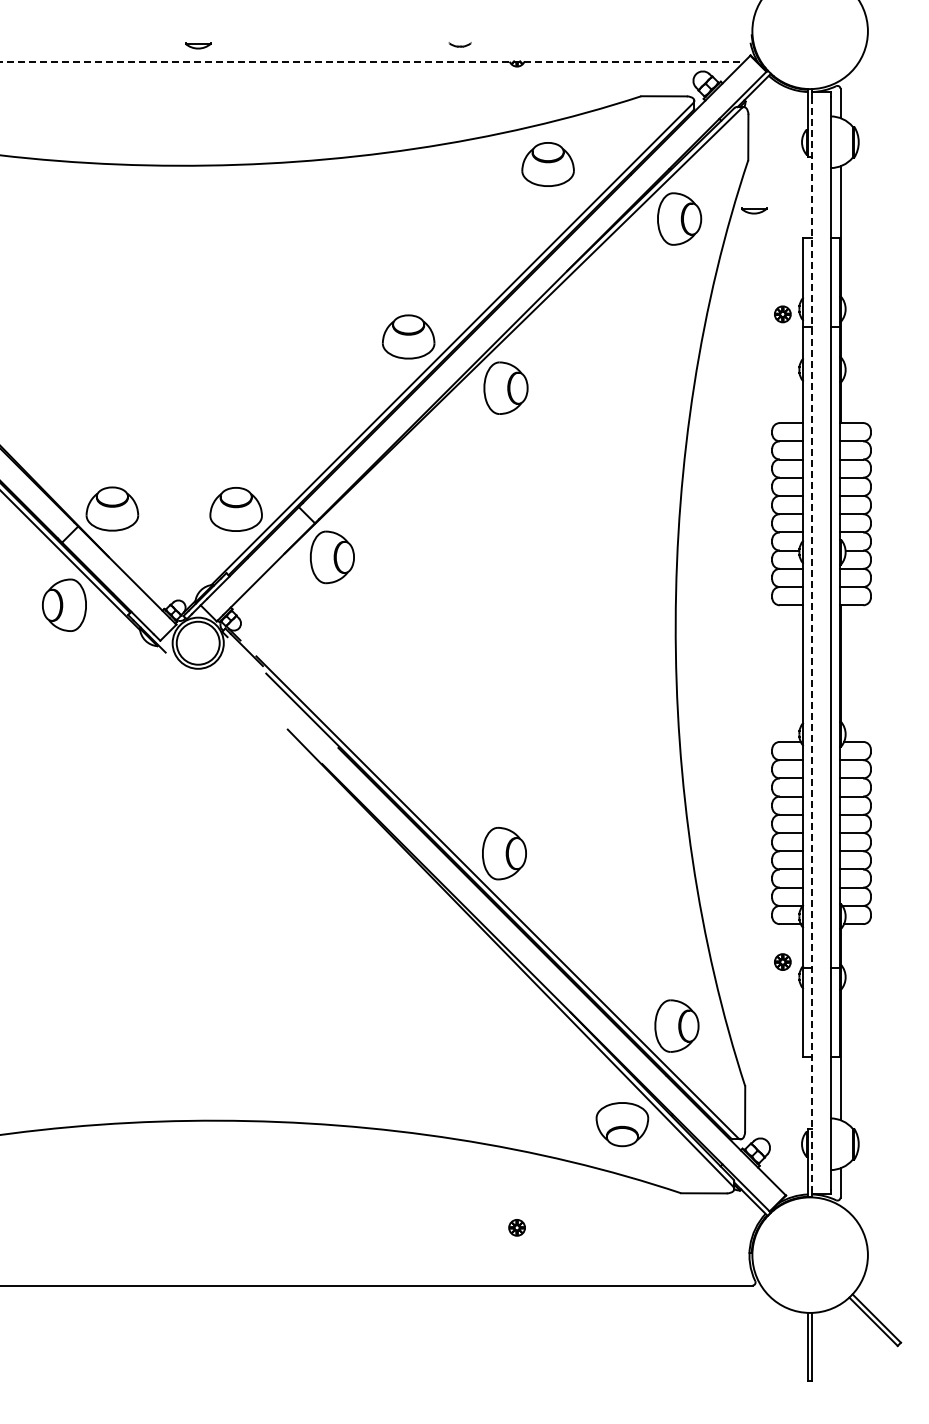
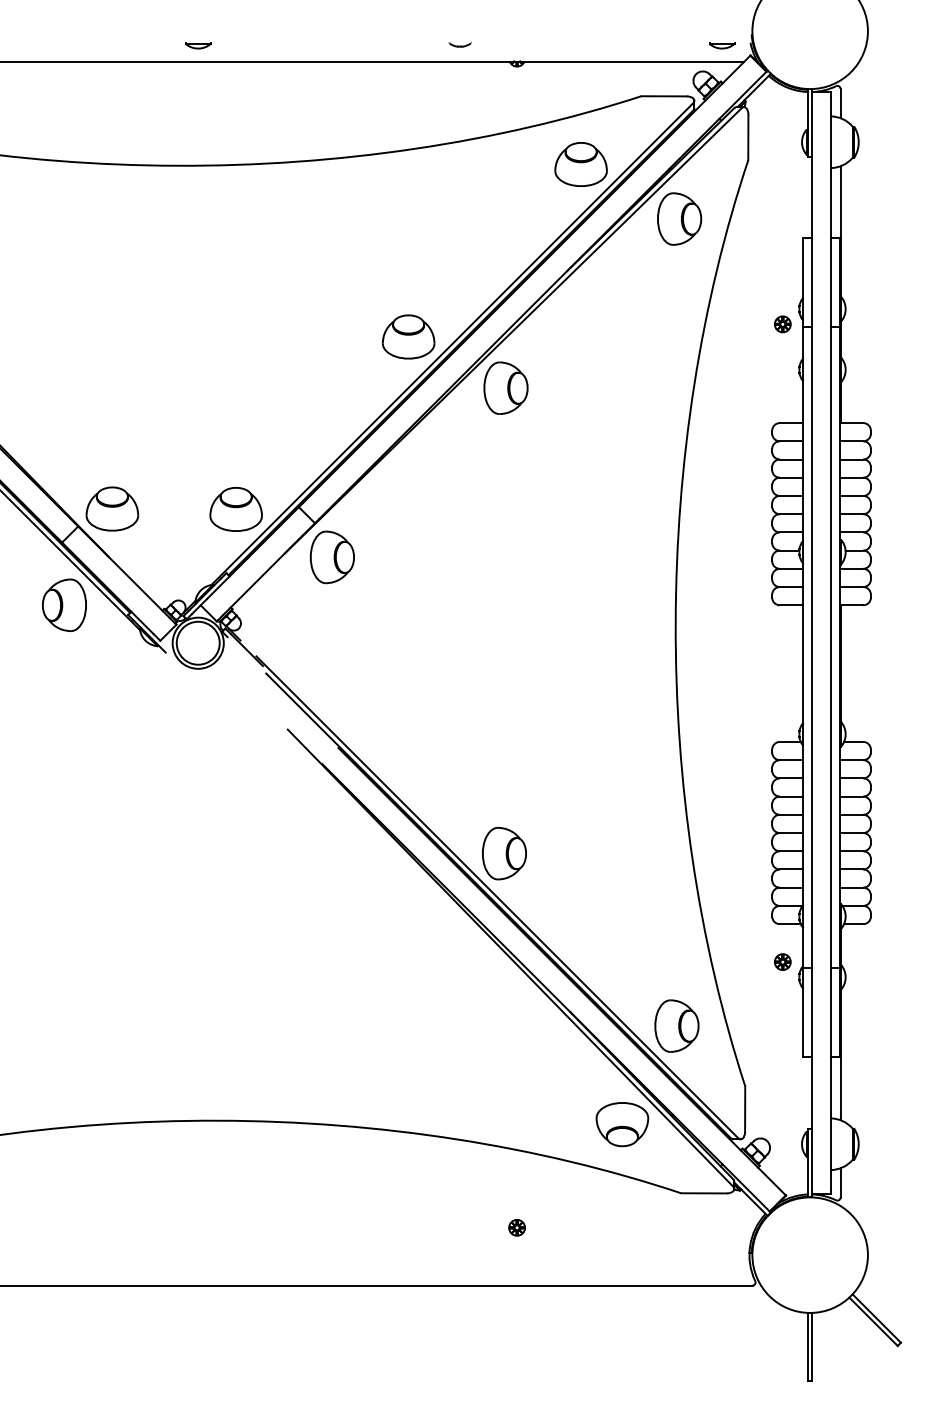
line at (372, 61): dashed -> solid
part at (547, 164) position: (547, 164) -> (580, 164)
part at (754, 210) position: (754, 210) -> (722, 45)
part at (782, 314) position: (782, 314) -> (782, 324)
line at (812, 643): dashed -> solid
